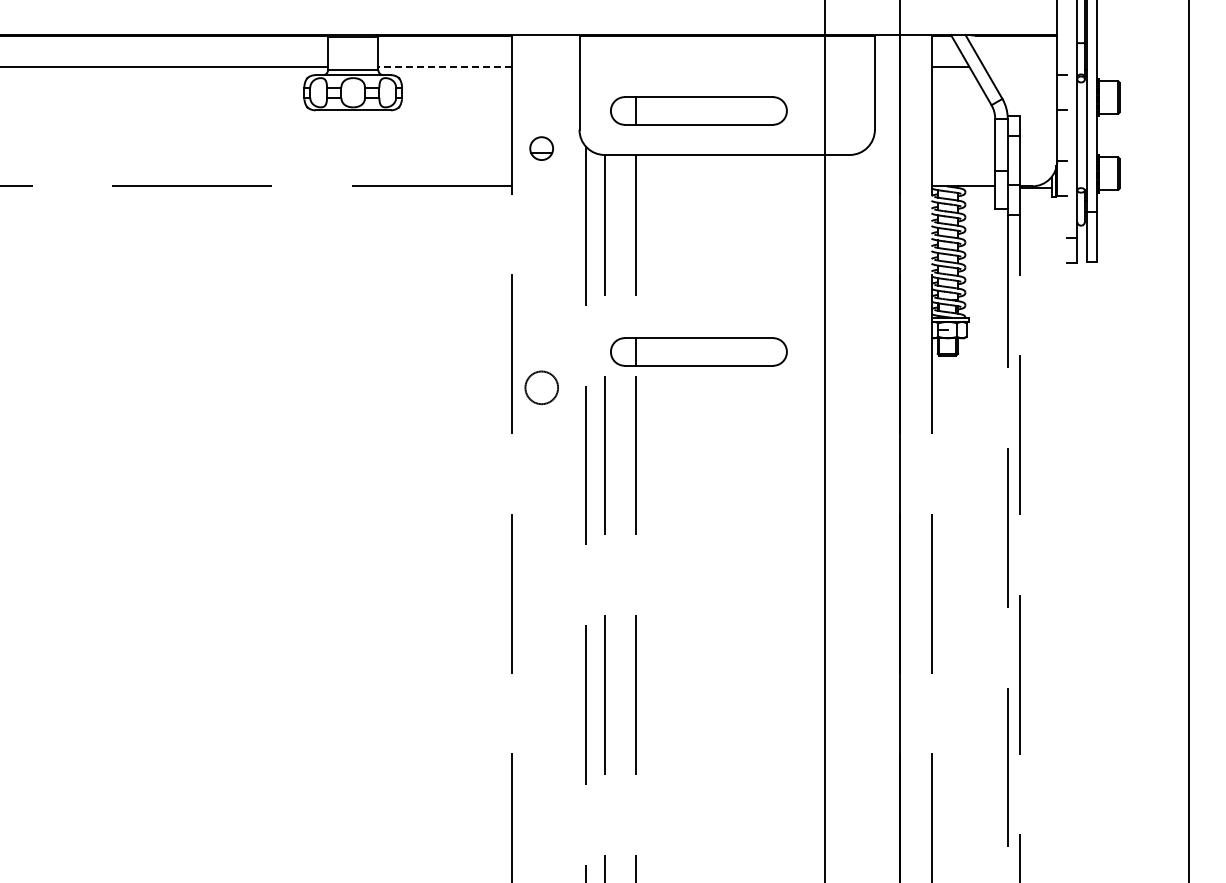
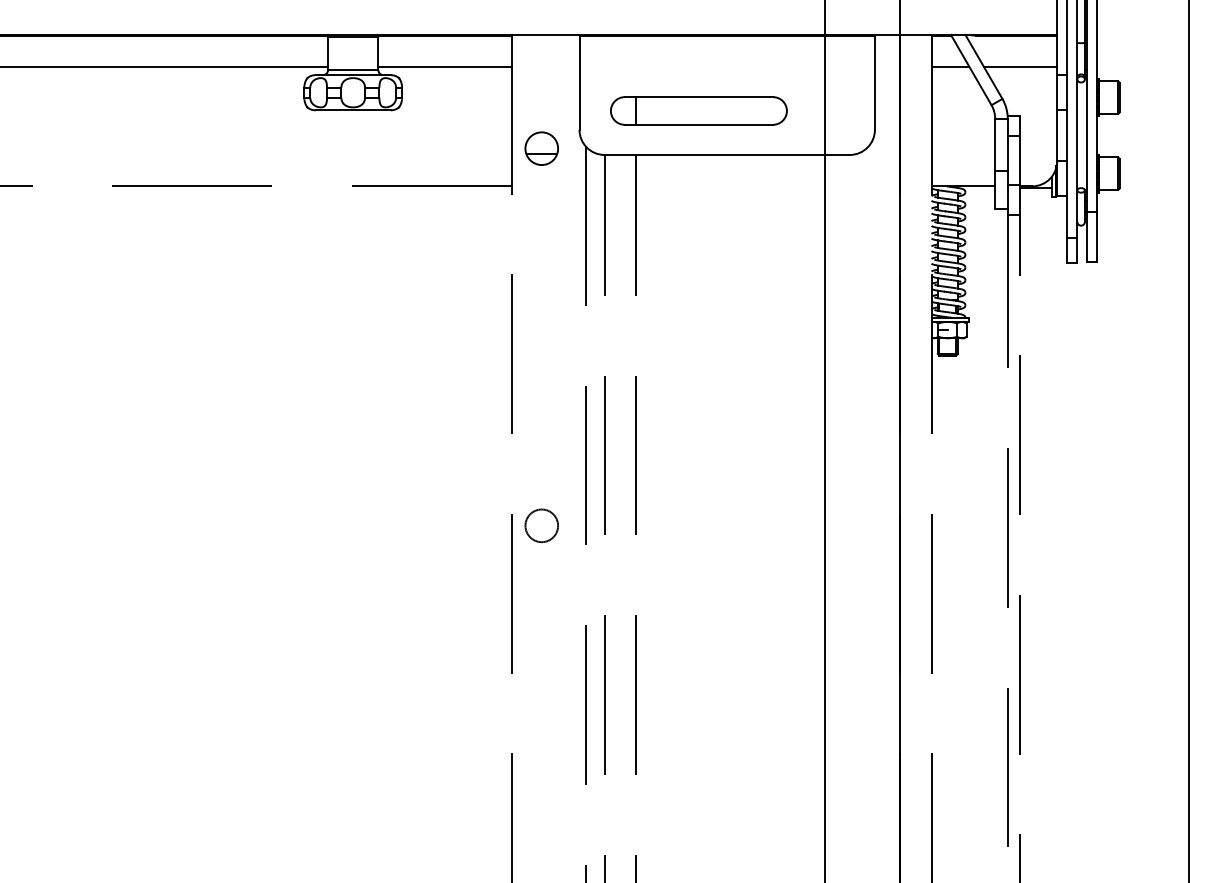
line at (444, 66): dashed -> solid
line at (1020, 66): none -> present
line at (1067, 132): none -> present
part at (541, 148) size: 25x25 px -> 35x35 px
part at (698, 351): present -> none
circle at (541, 387) position: (541, 387) -> (541, 525)
